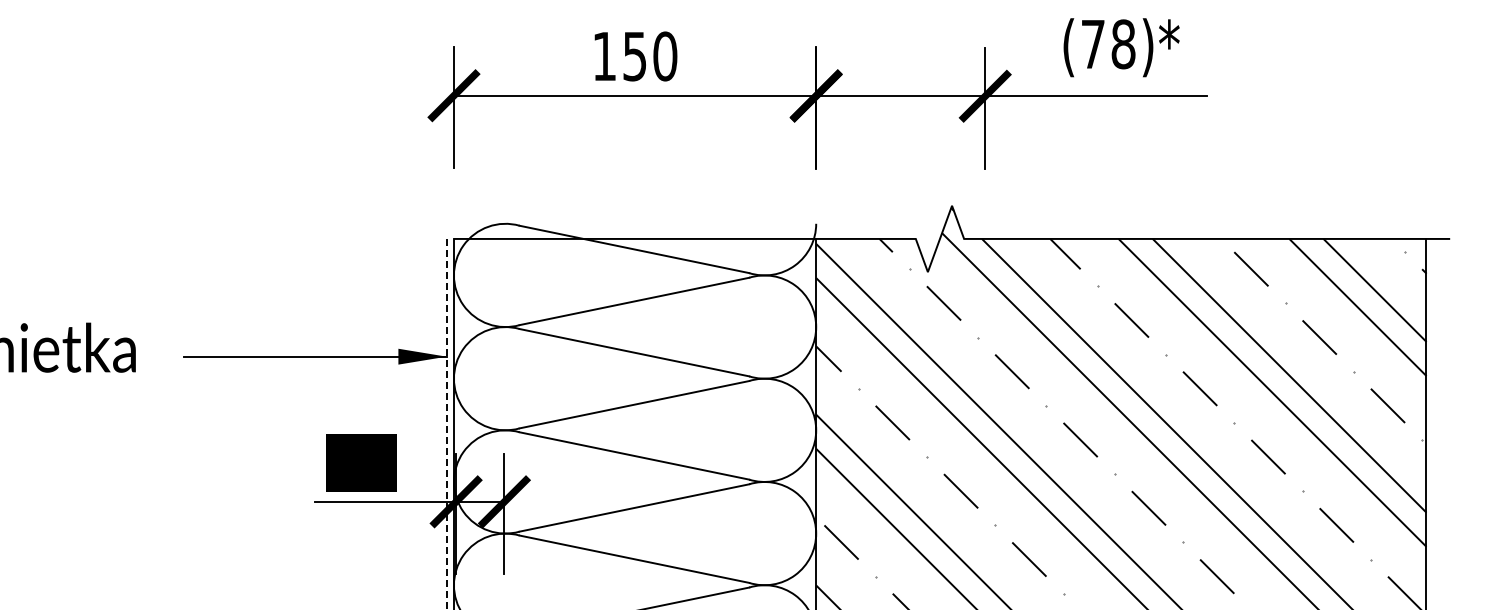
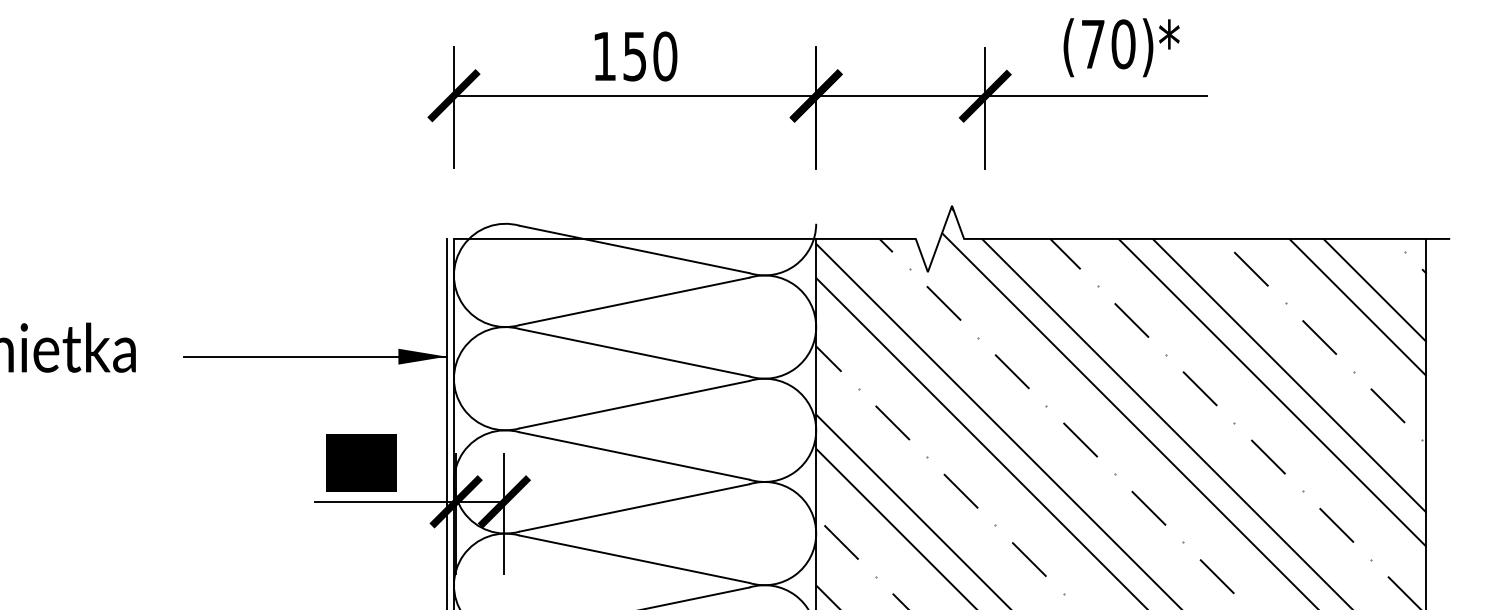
text at (1123, 44): (78)* -> (70)*
line at (446, 424): dashed -> solid
